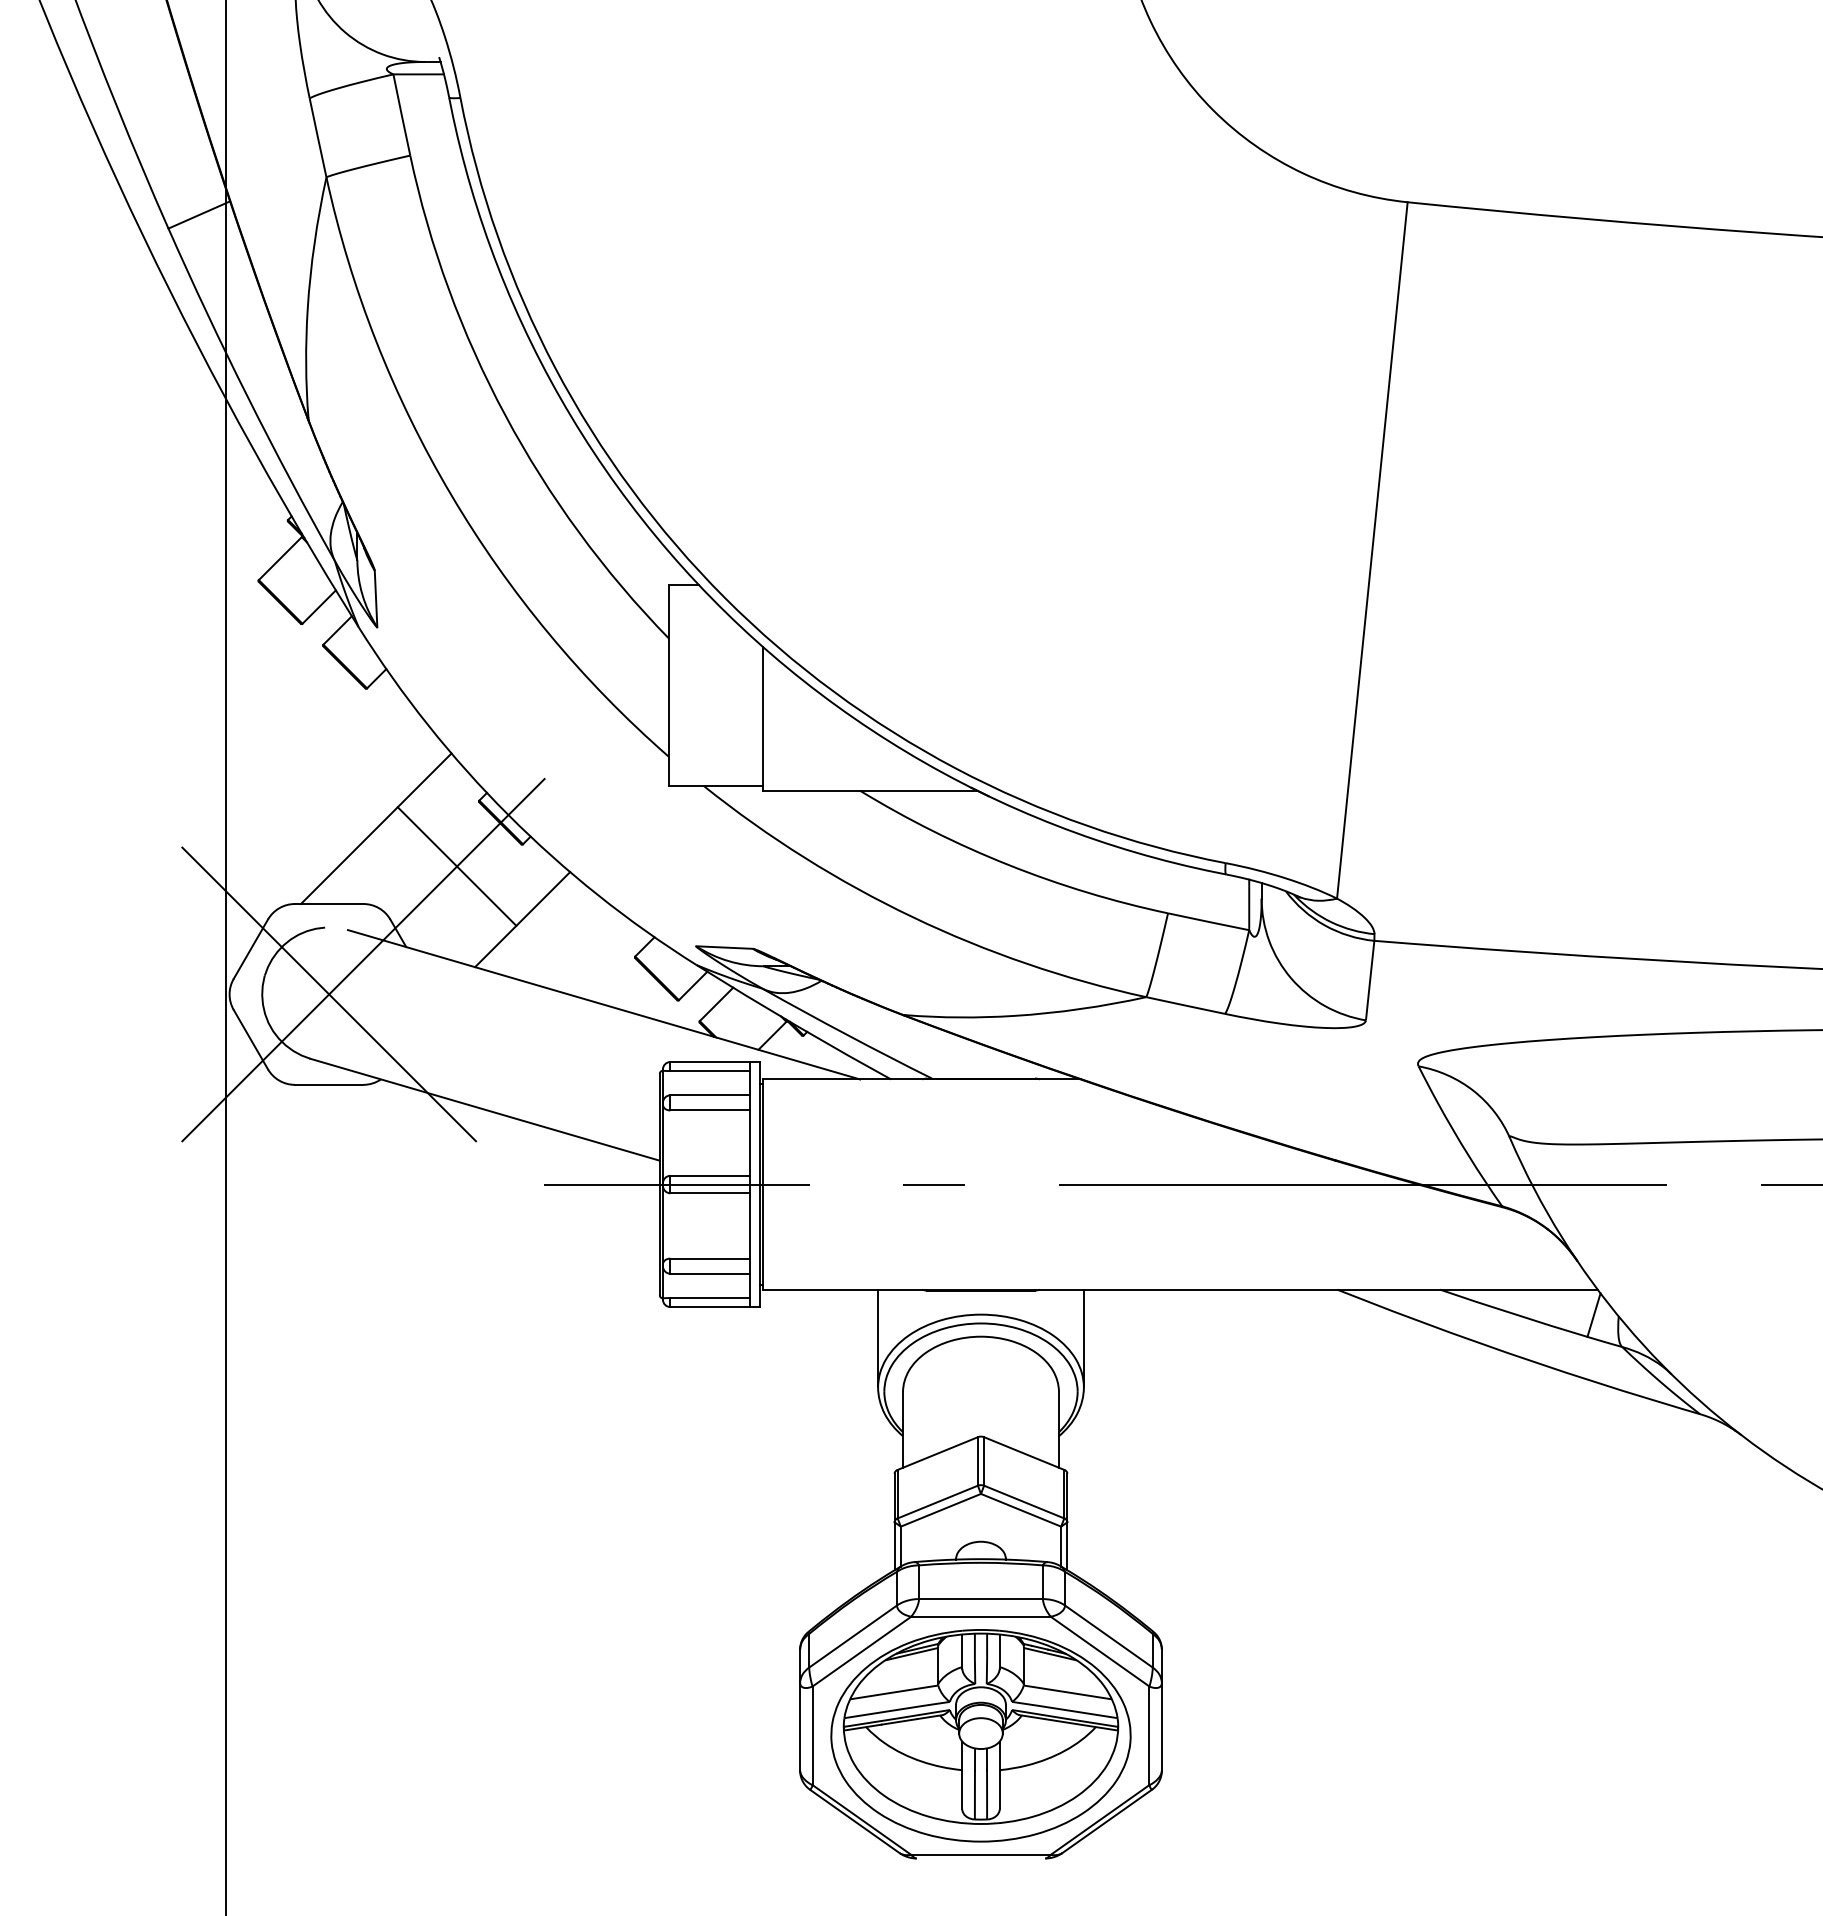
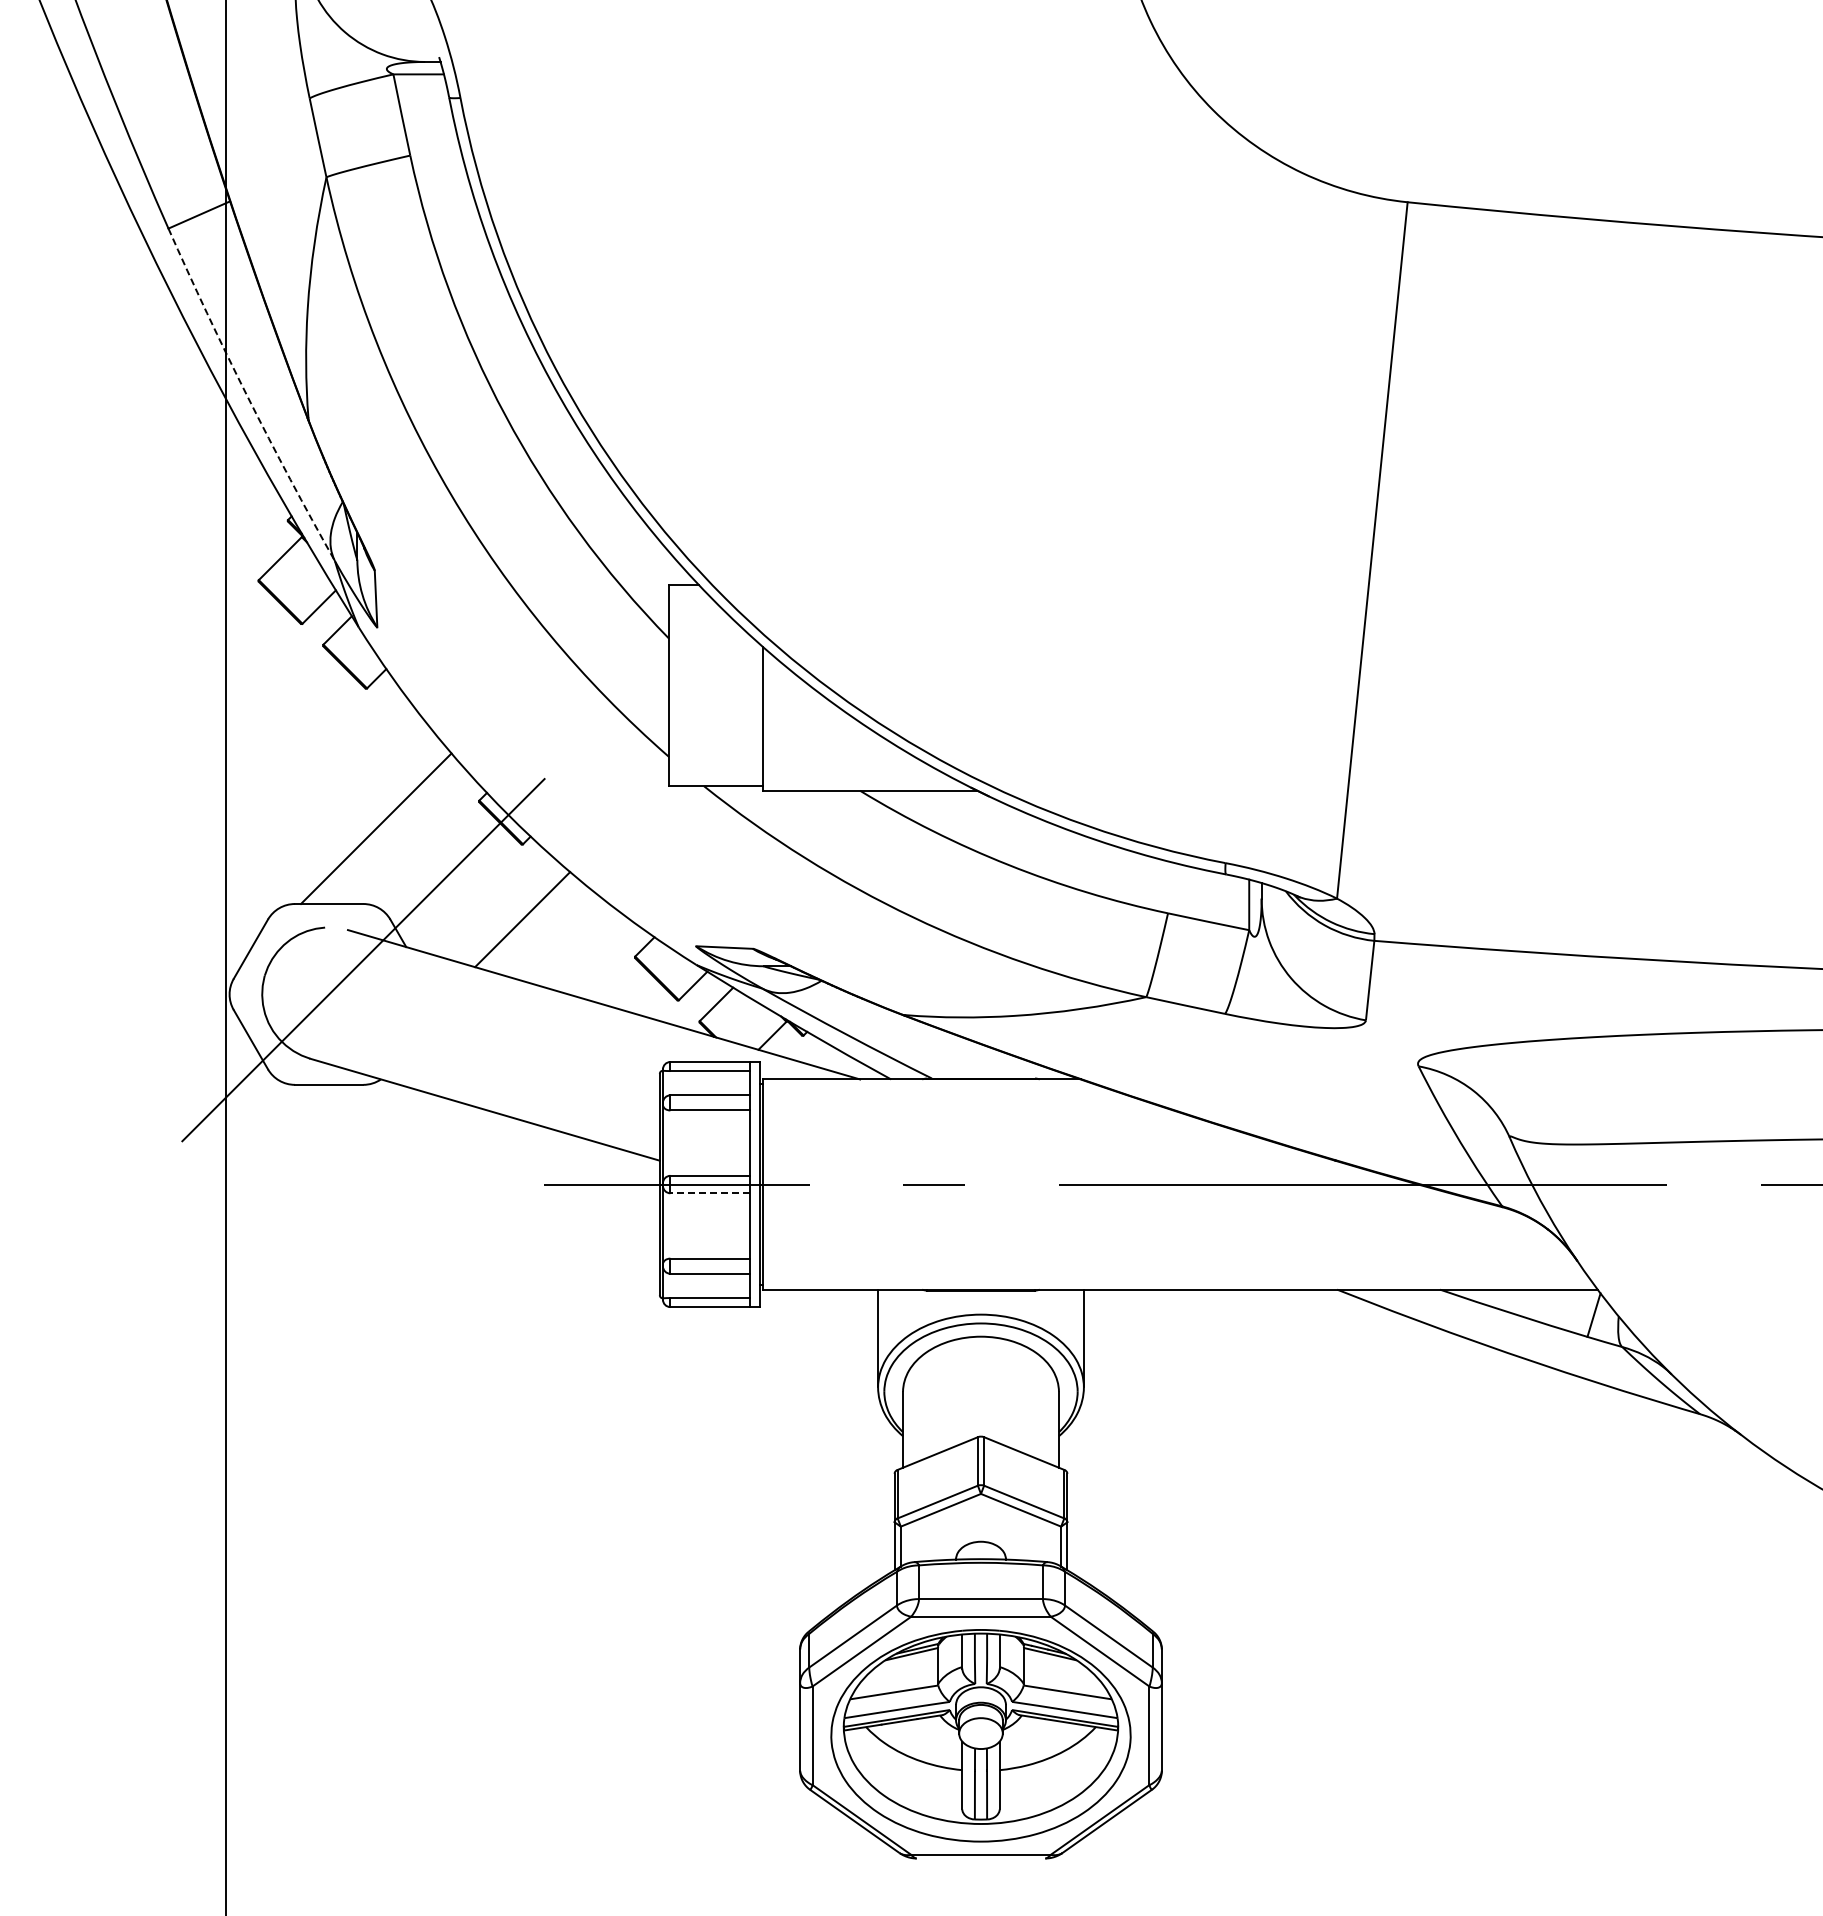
arc at (247, 396): solid -> dashed
line at (456, 866): present -> none
line at (328, 993): present -> none
line at (710, 1193): solid -> dashed
